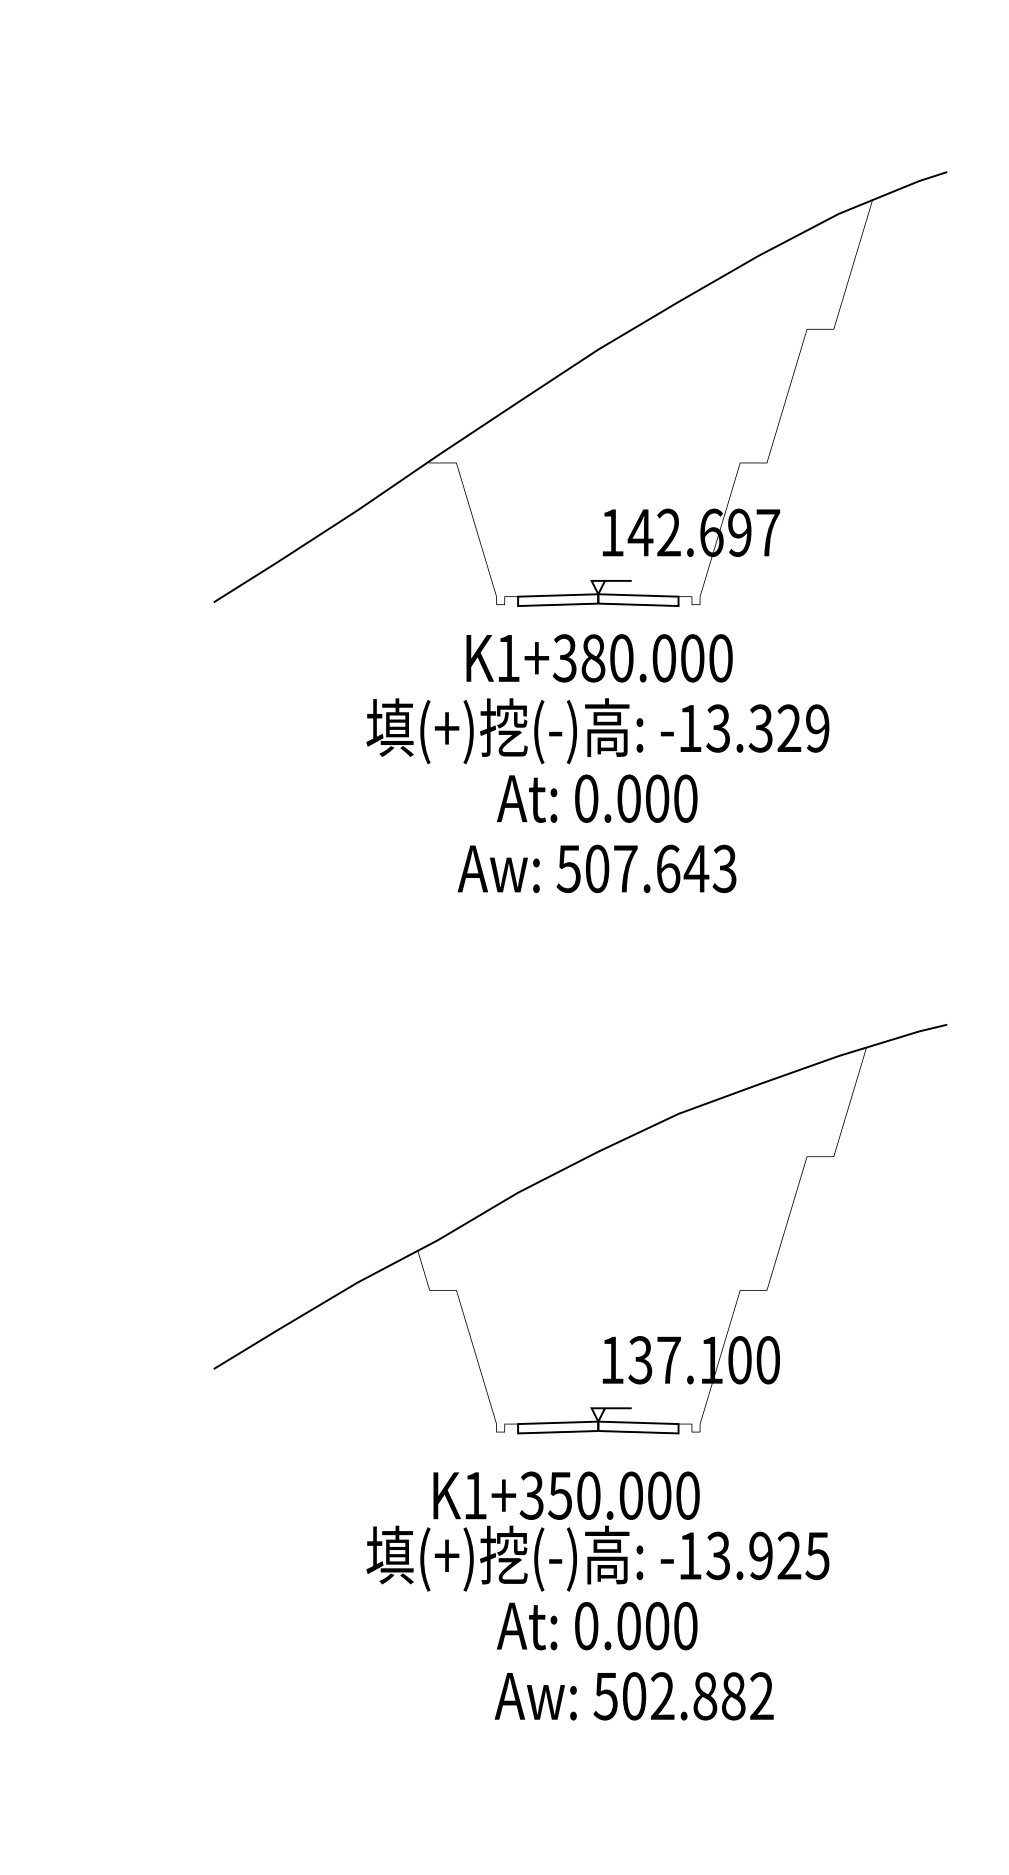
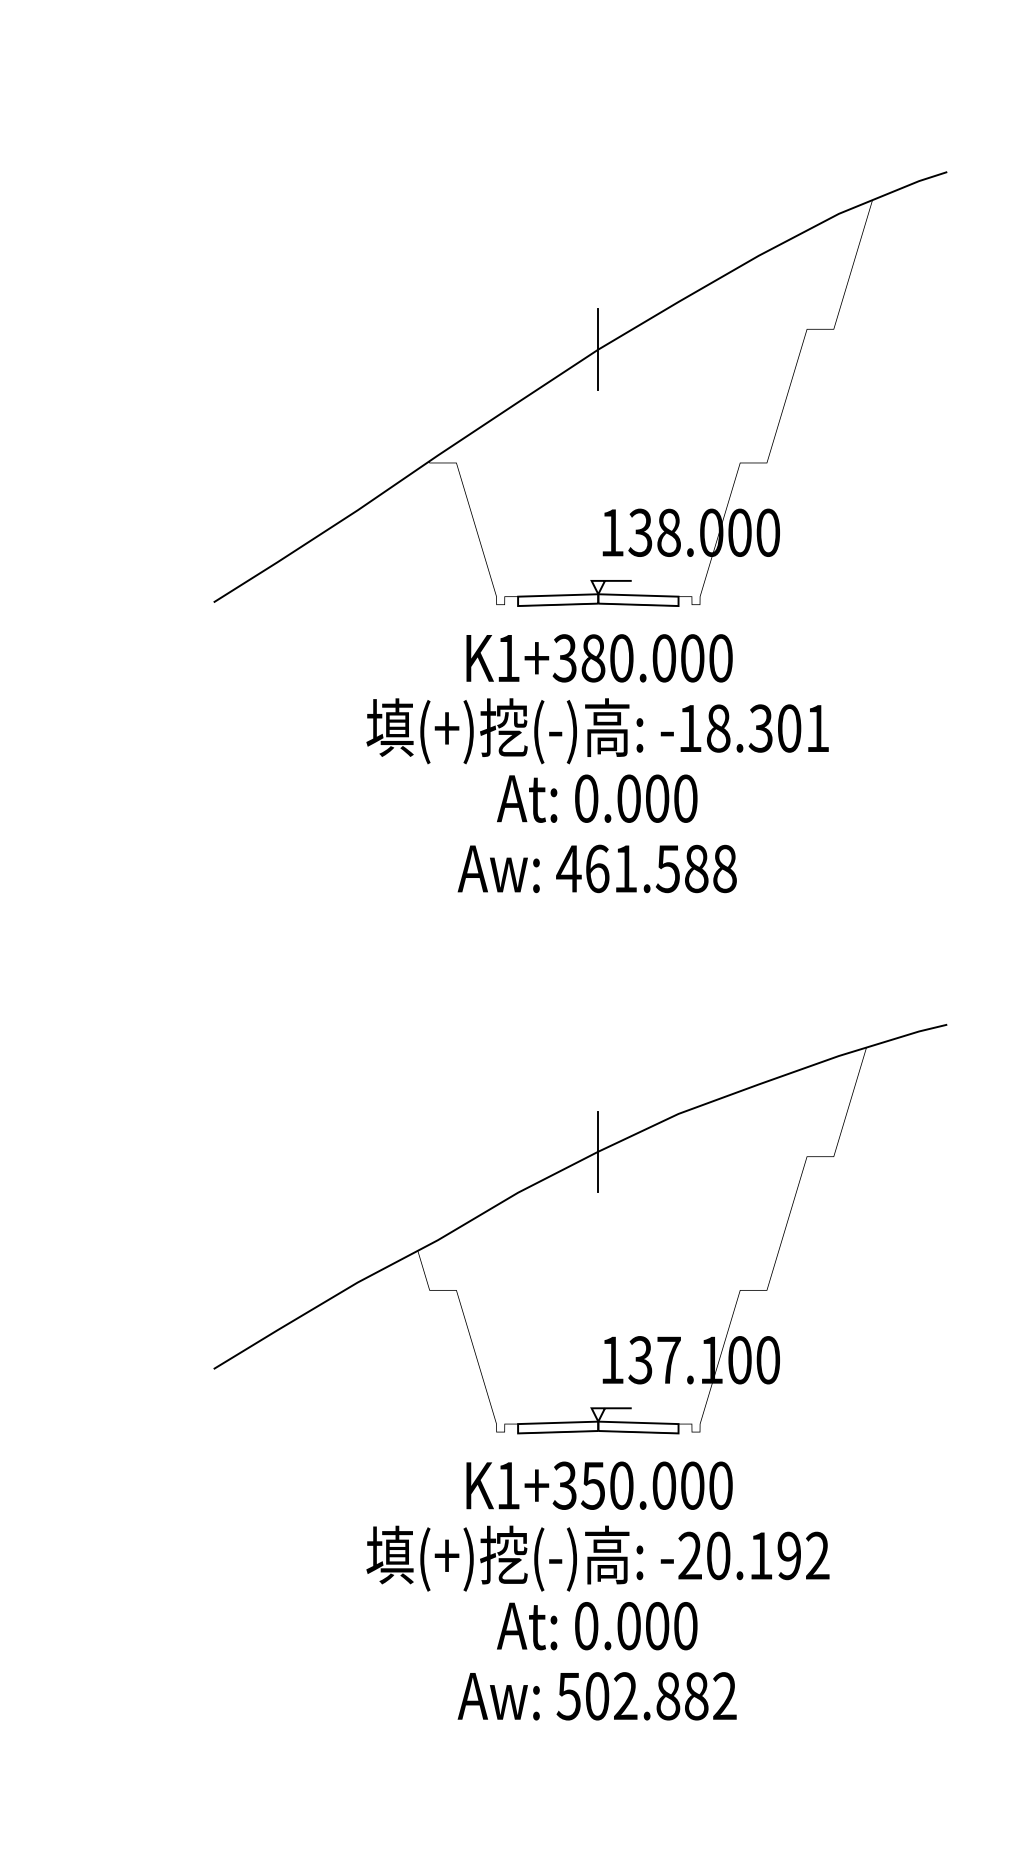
line at (598, 349): none -> present
text at (703, 532): 142.697 -> 138.000
text at (767, 728): -13.329 -> -18.301
text at (646, 868): 507.643 -> 461.588
line at (598, 1151): none -> present
text at (566, 1495) position: (566, 1495) -> (599, 1485)
text at (753, 1555): -13.925 -> -20.192
text at (633, 1696) position: (633, 1696) -> (596, 1696)
